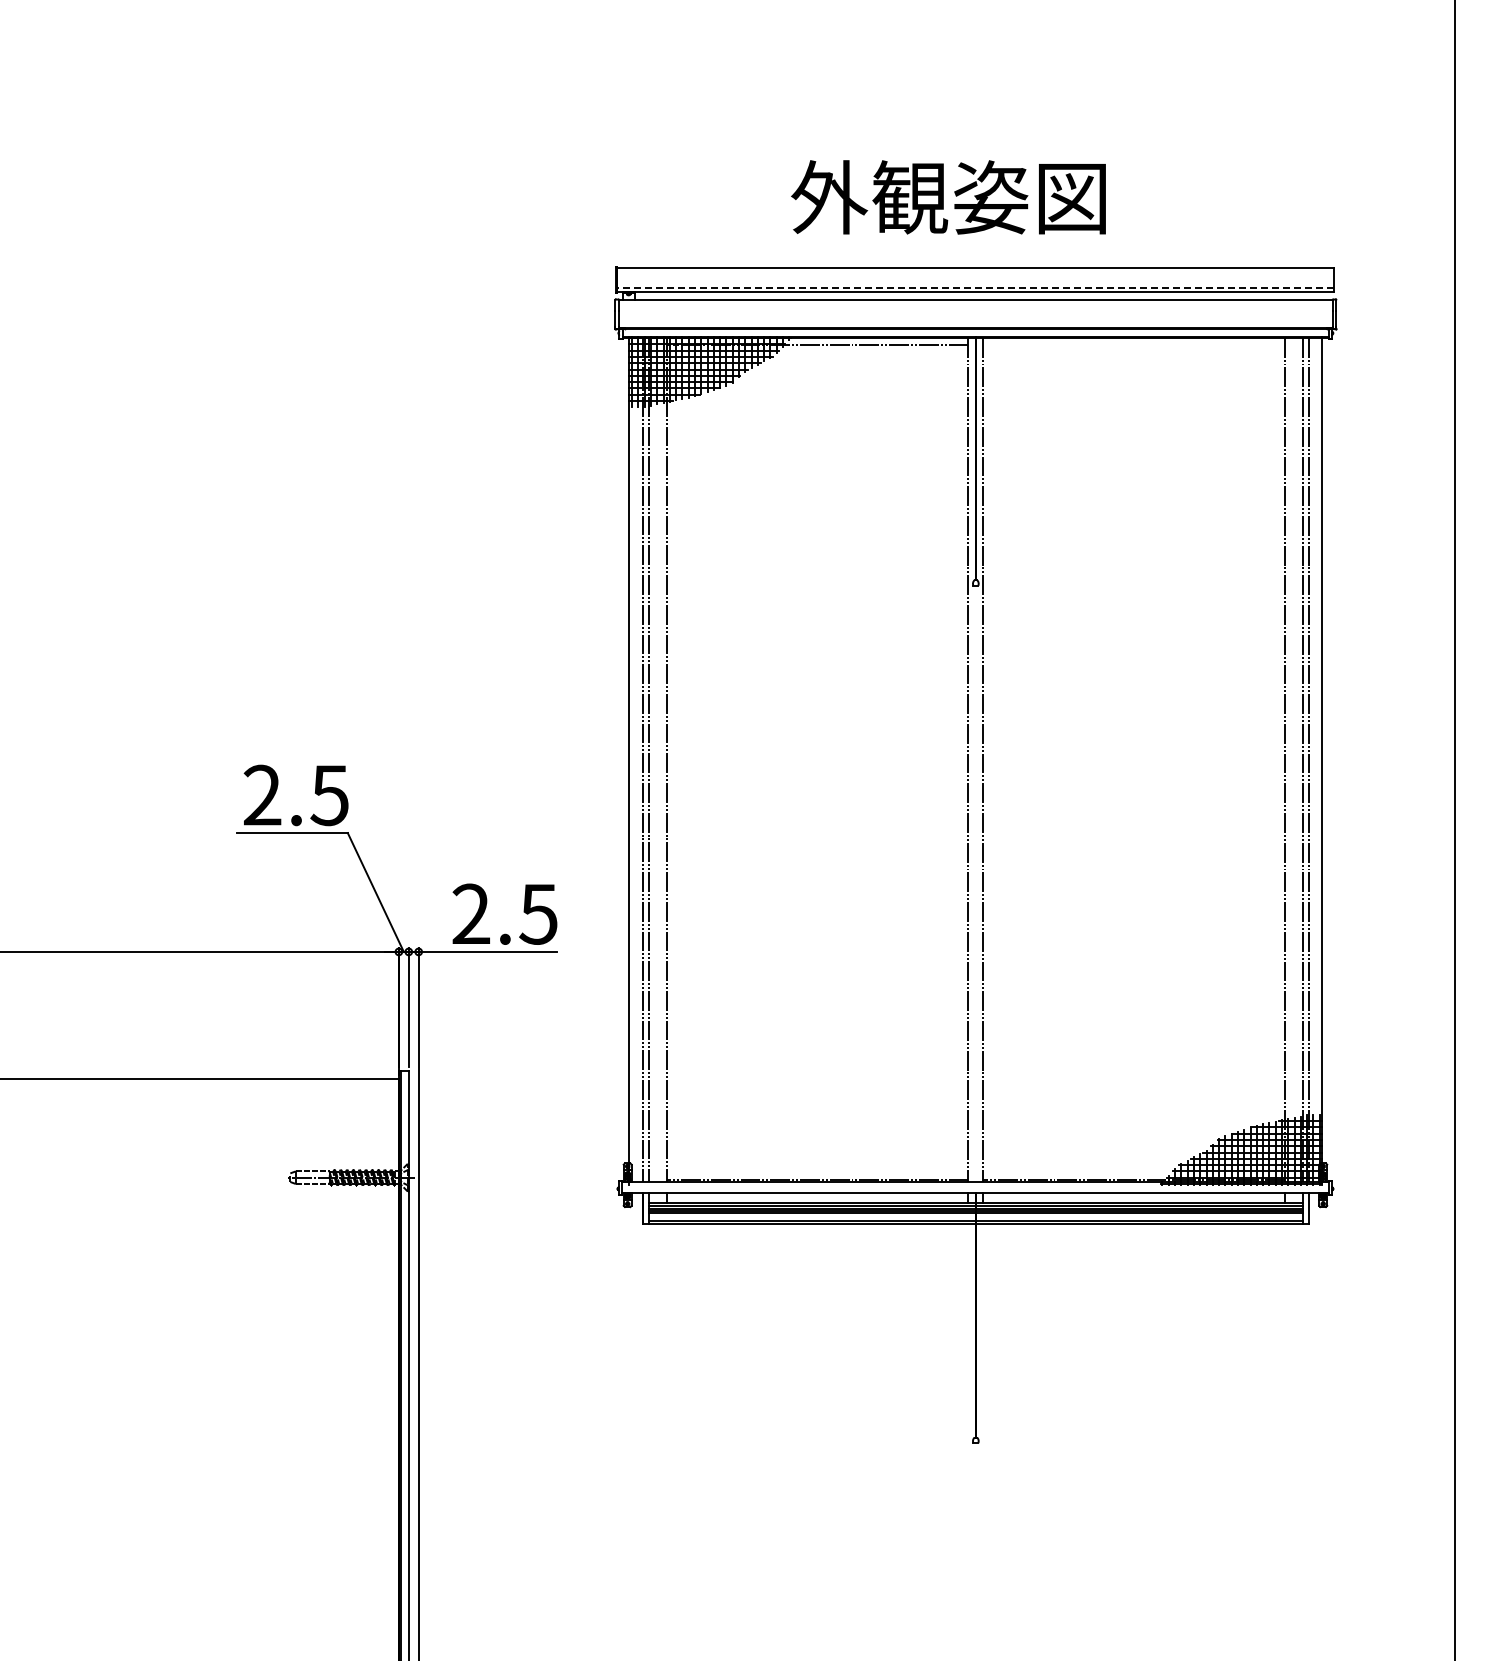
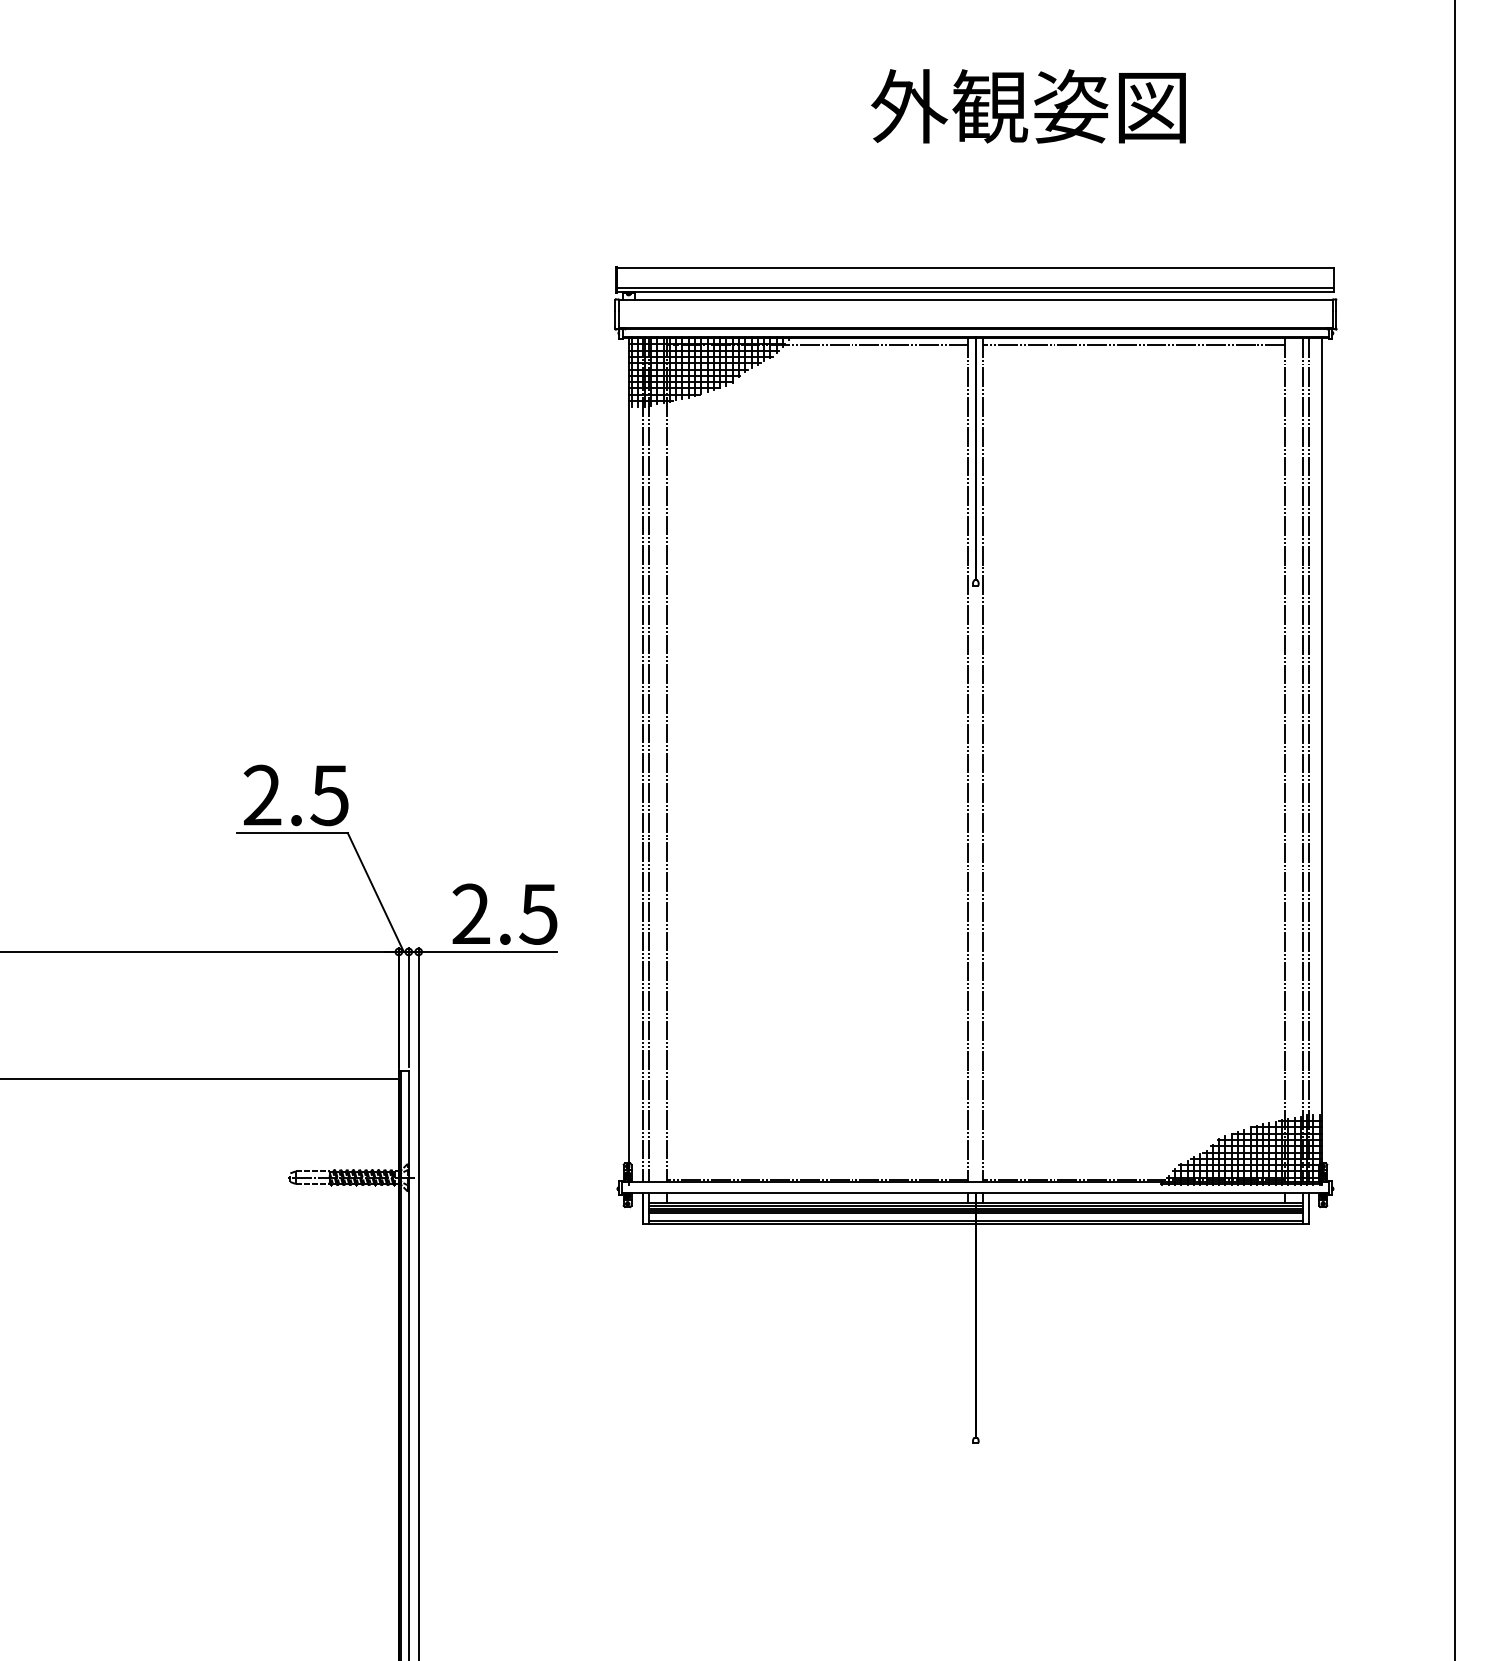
text at (948, 197) position: (948, 197) -> (1028, 106)
line at (975, 287): dashed -> solid
line at (1134, 345): none -> present
